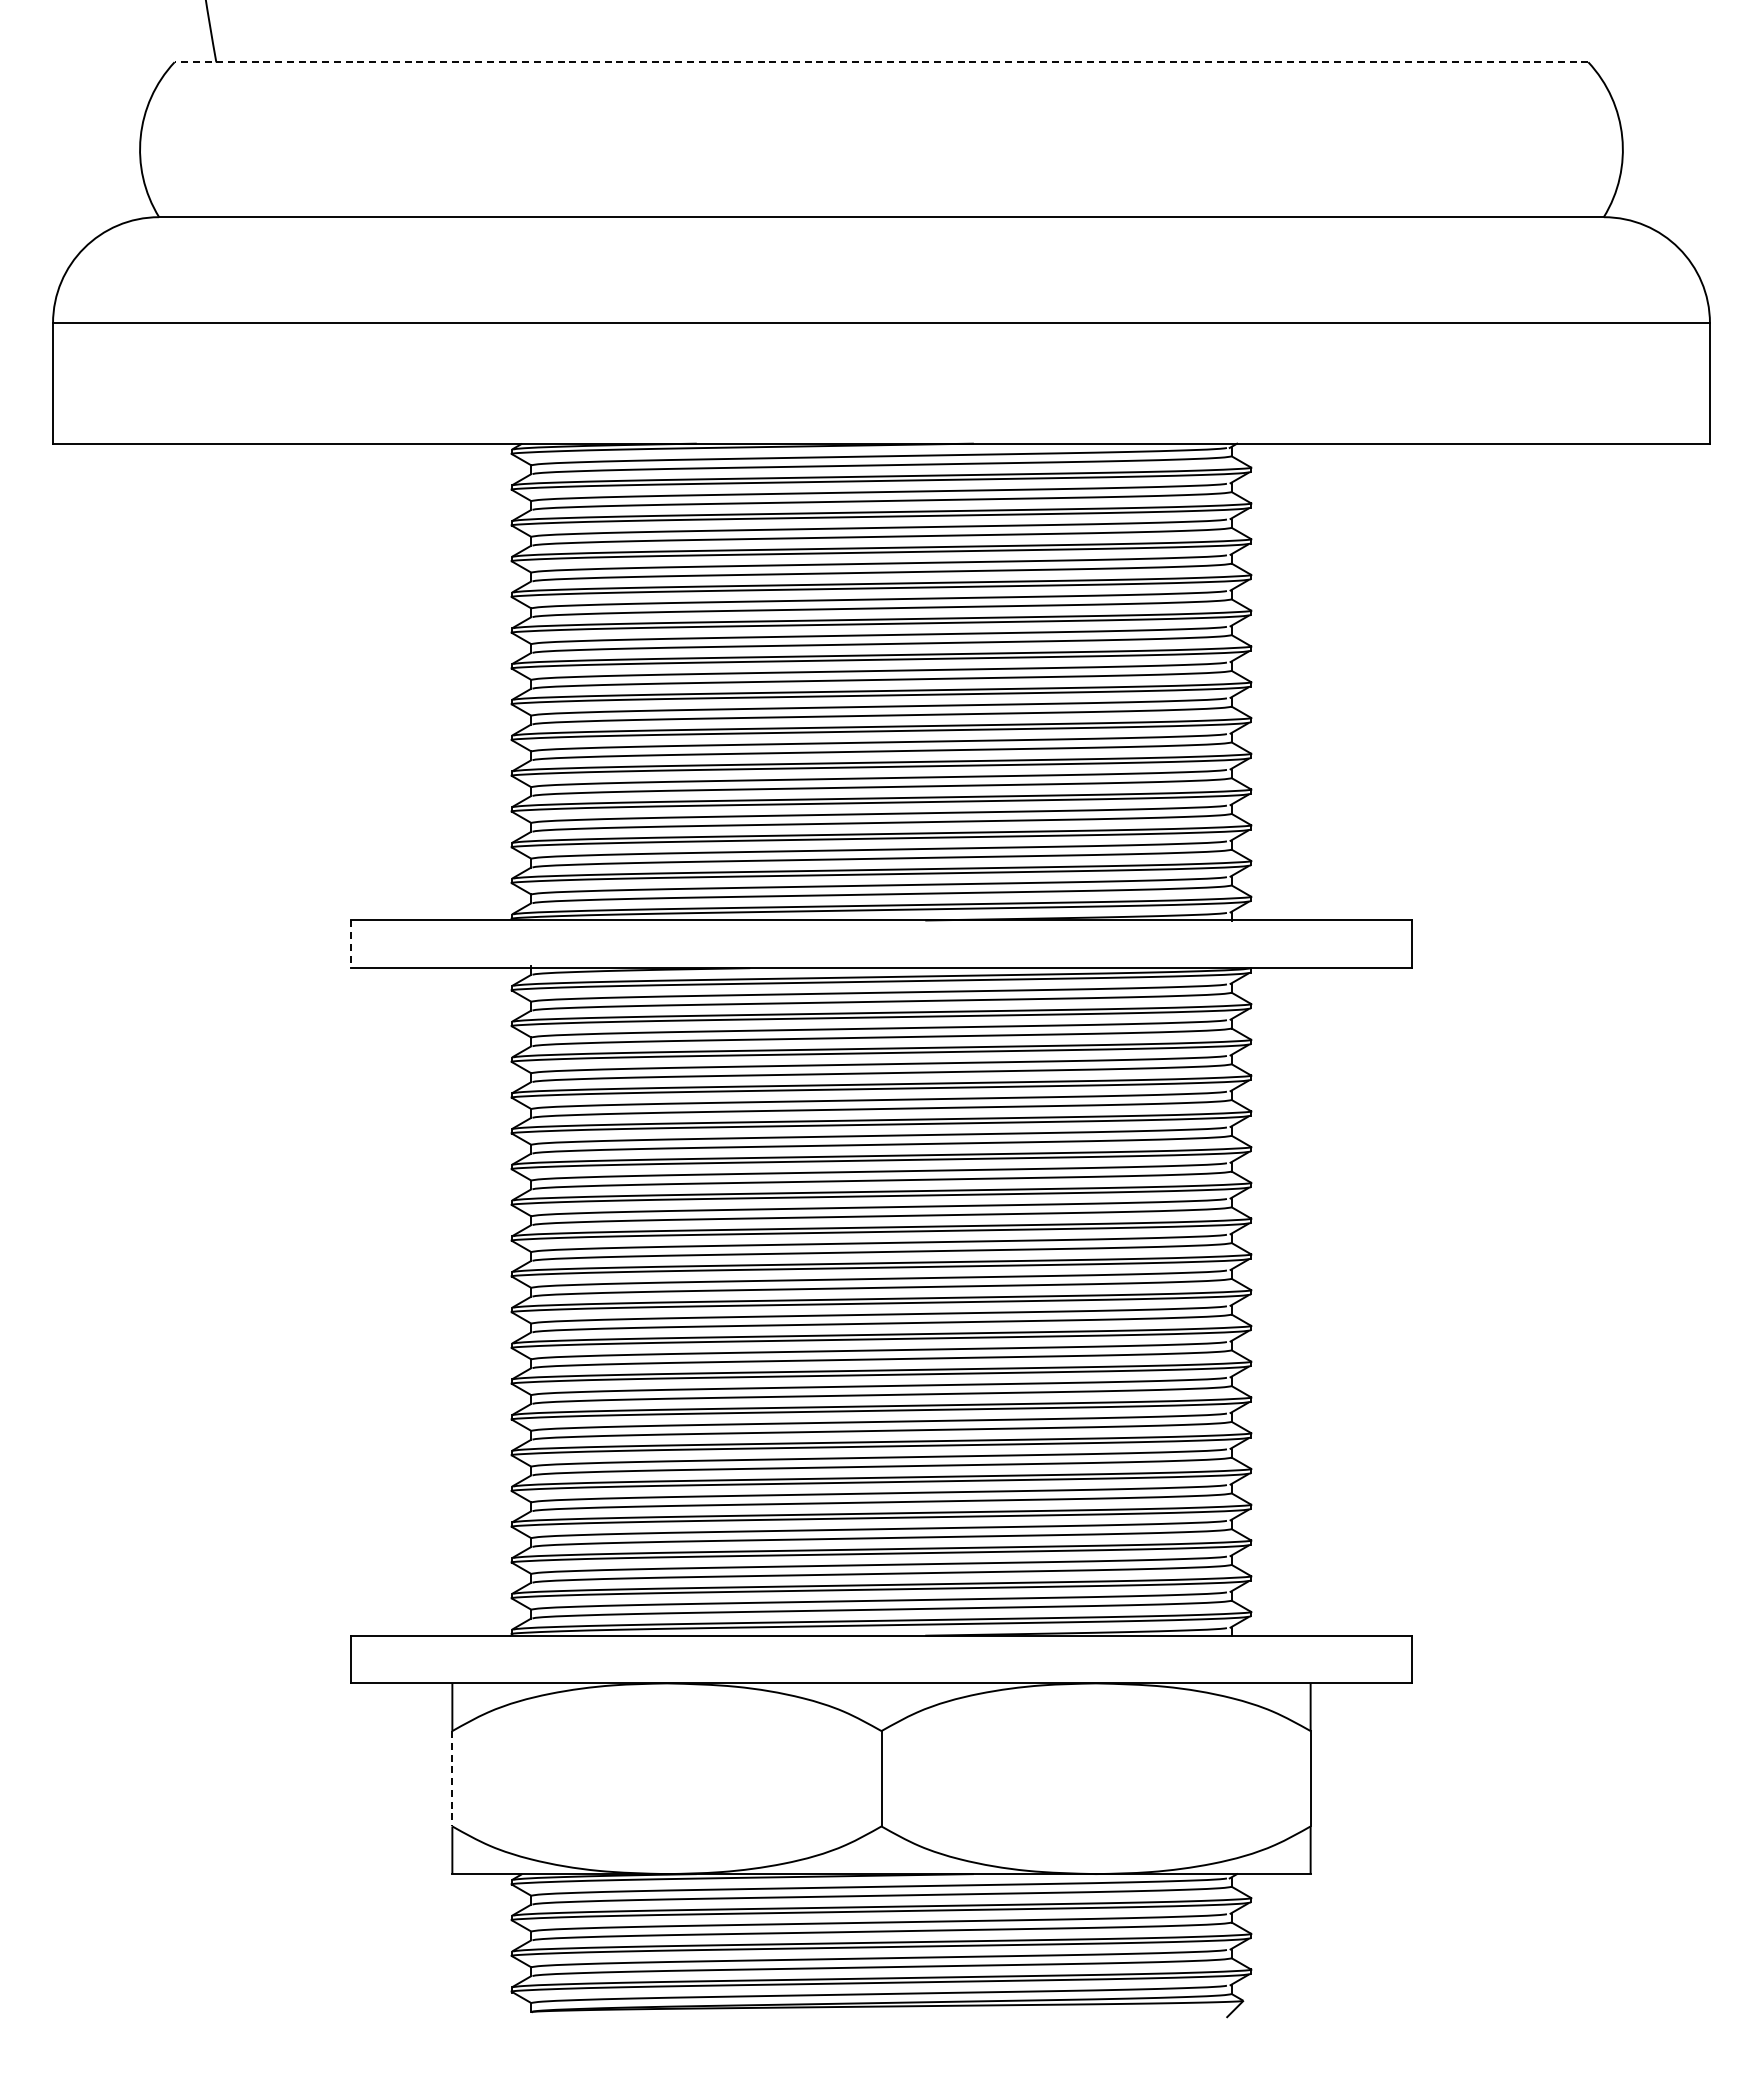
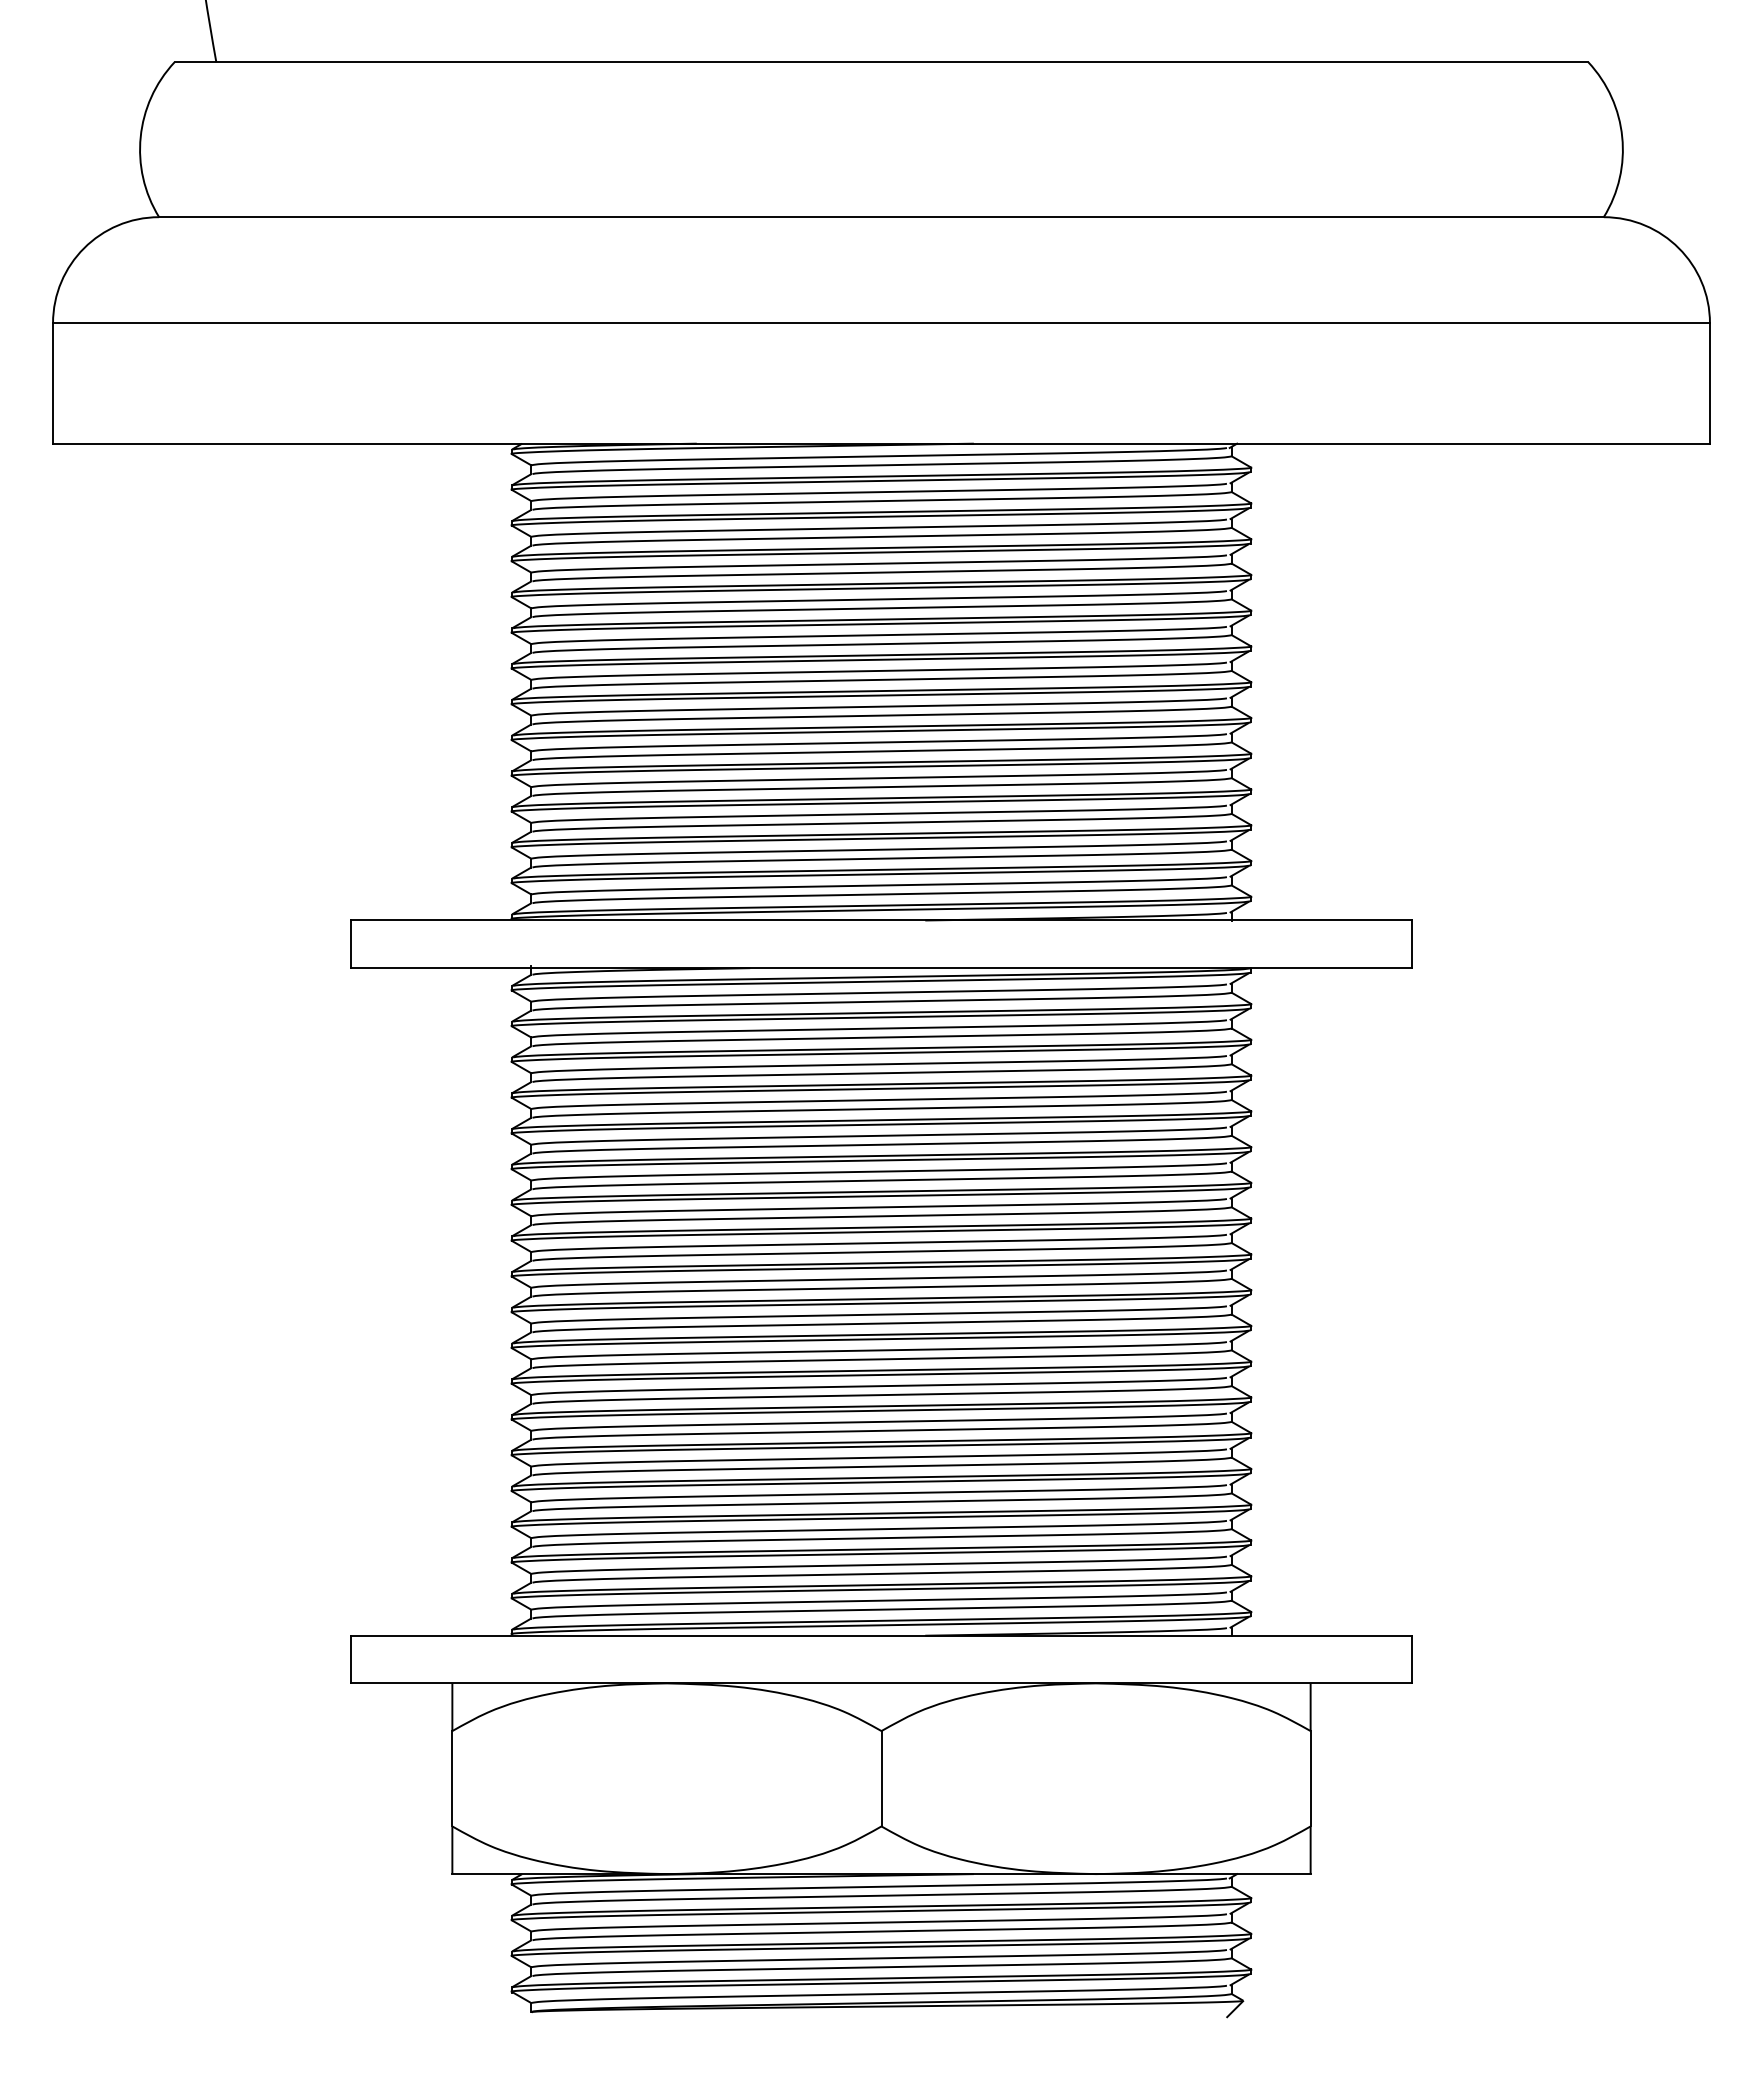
line at (881, 62): dashed -> solid
line at (351, 944): dashed -> solid
line at (452, 1778): dashed -> solid
